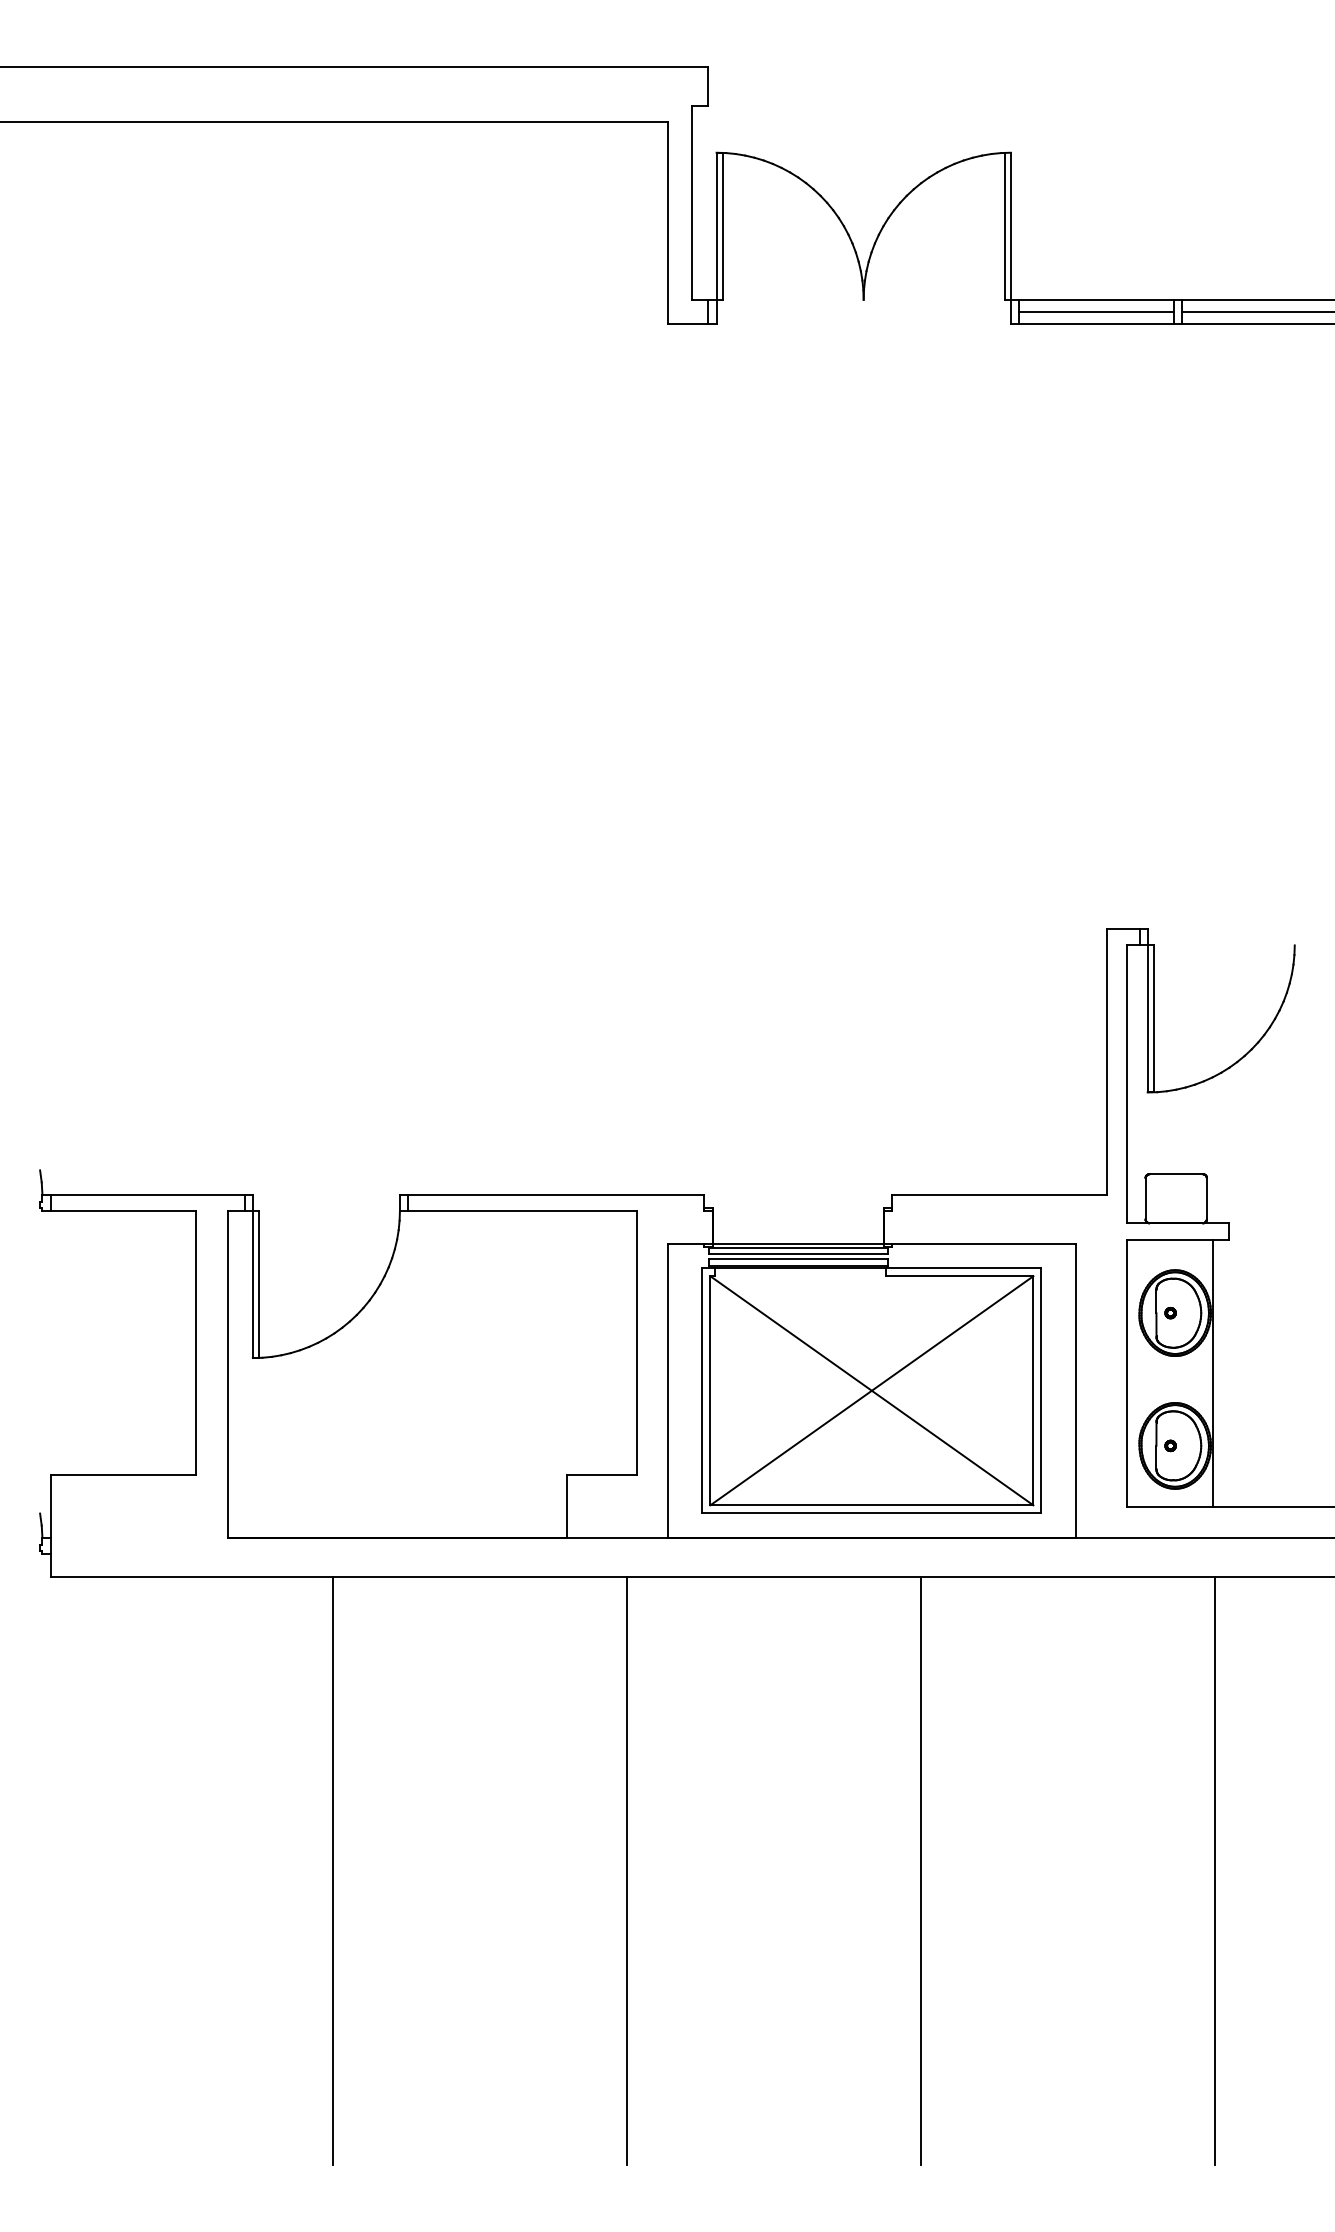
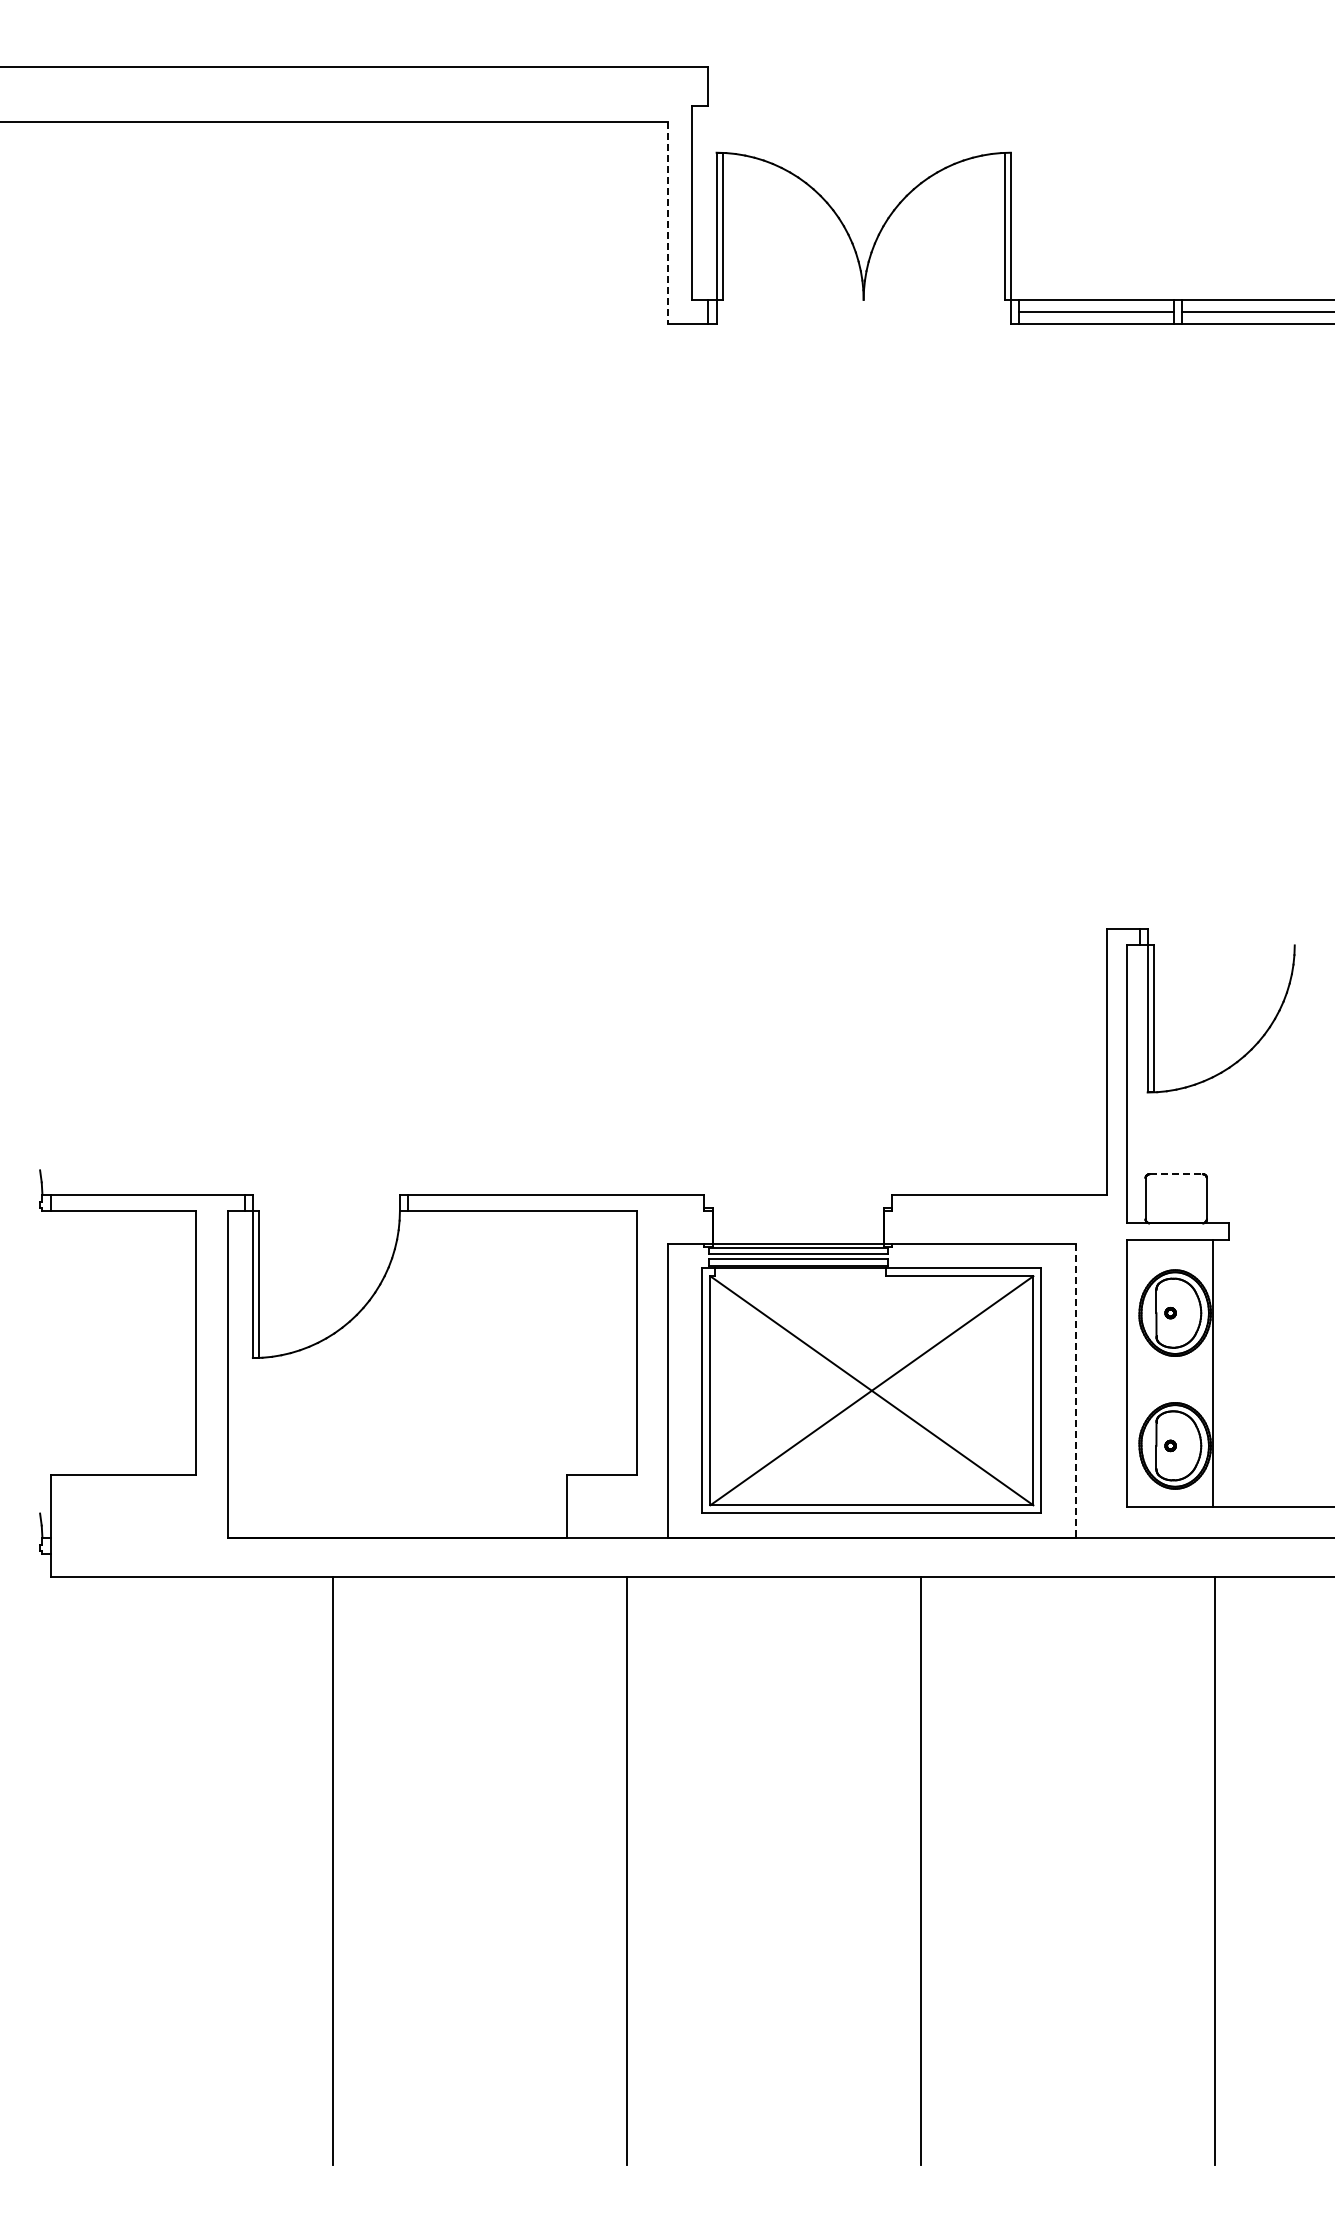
line at (667, 223): solid -> dashed
line at (1176, 1174): solid -> dashed
line at (1076, 1391): solid -> dashed
